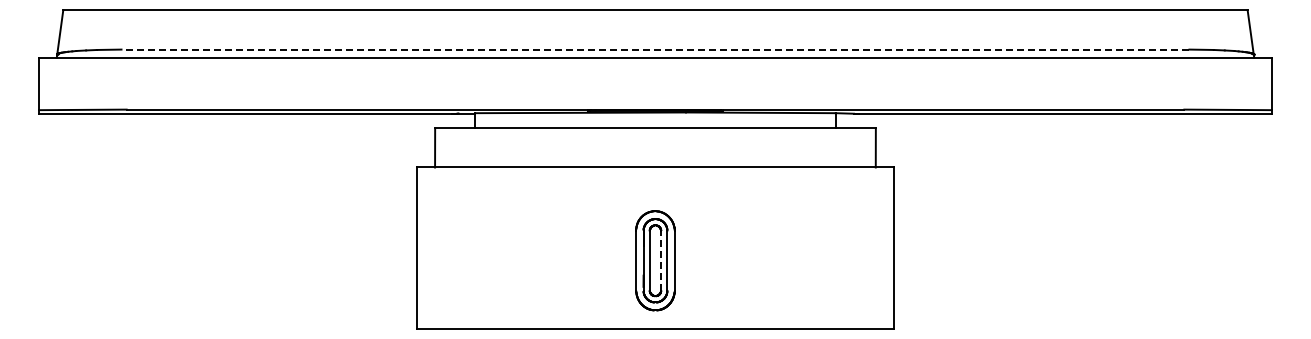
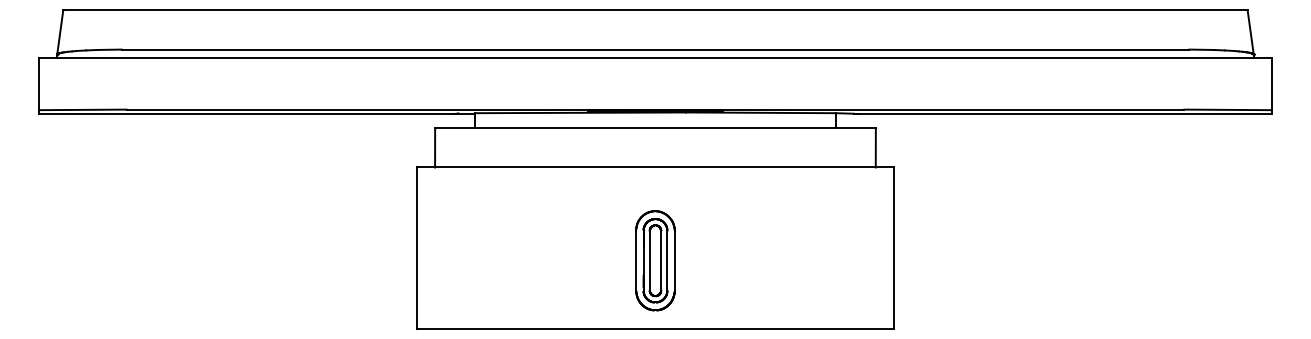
line at (655, 49): dashed -> solid
line at (661, 260): dashed -> solid
